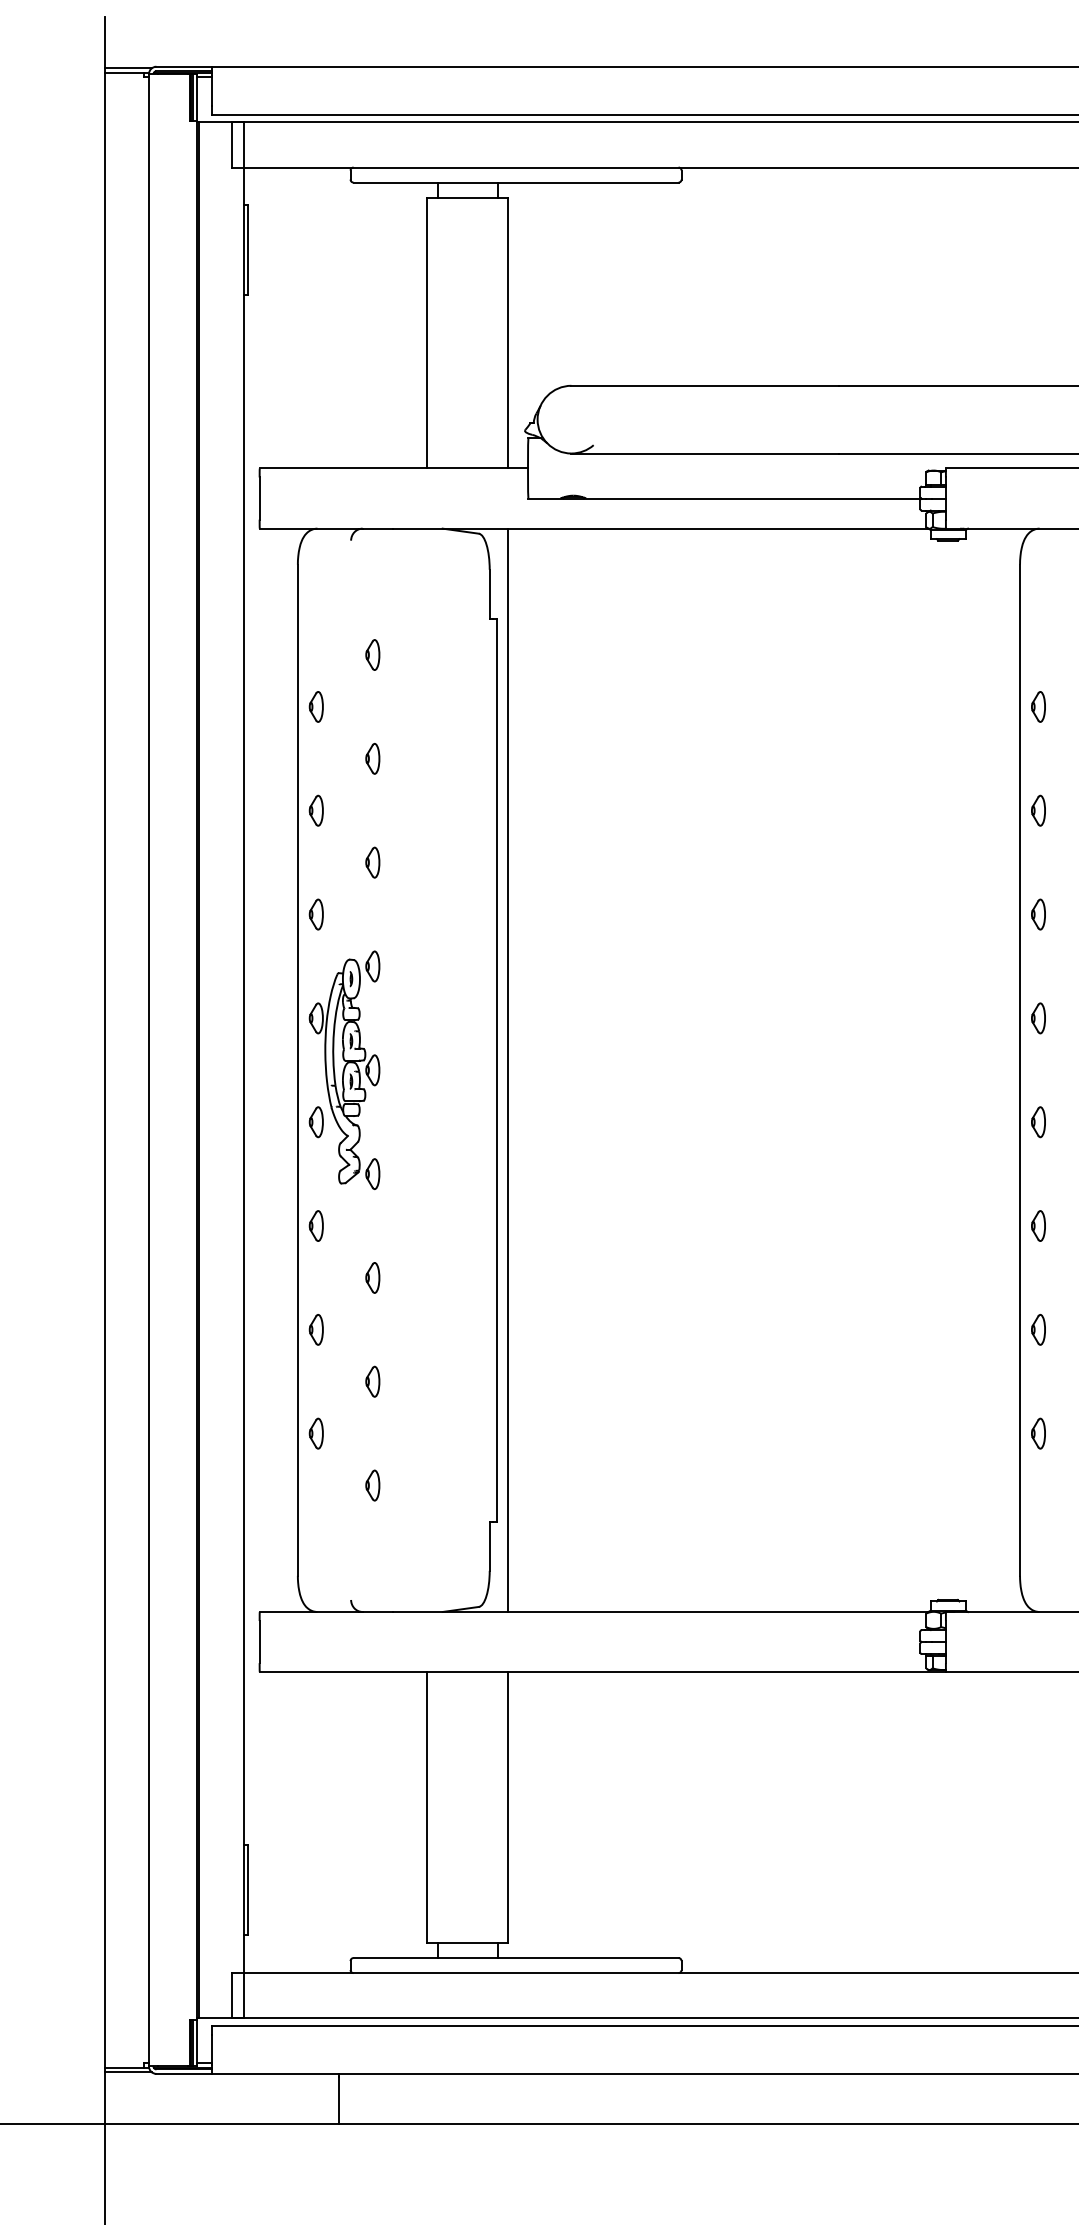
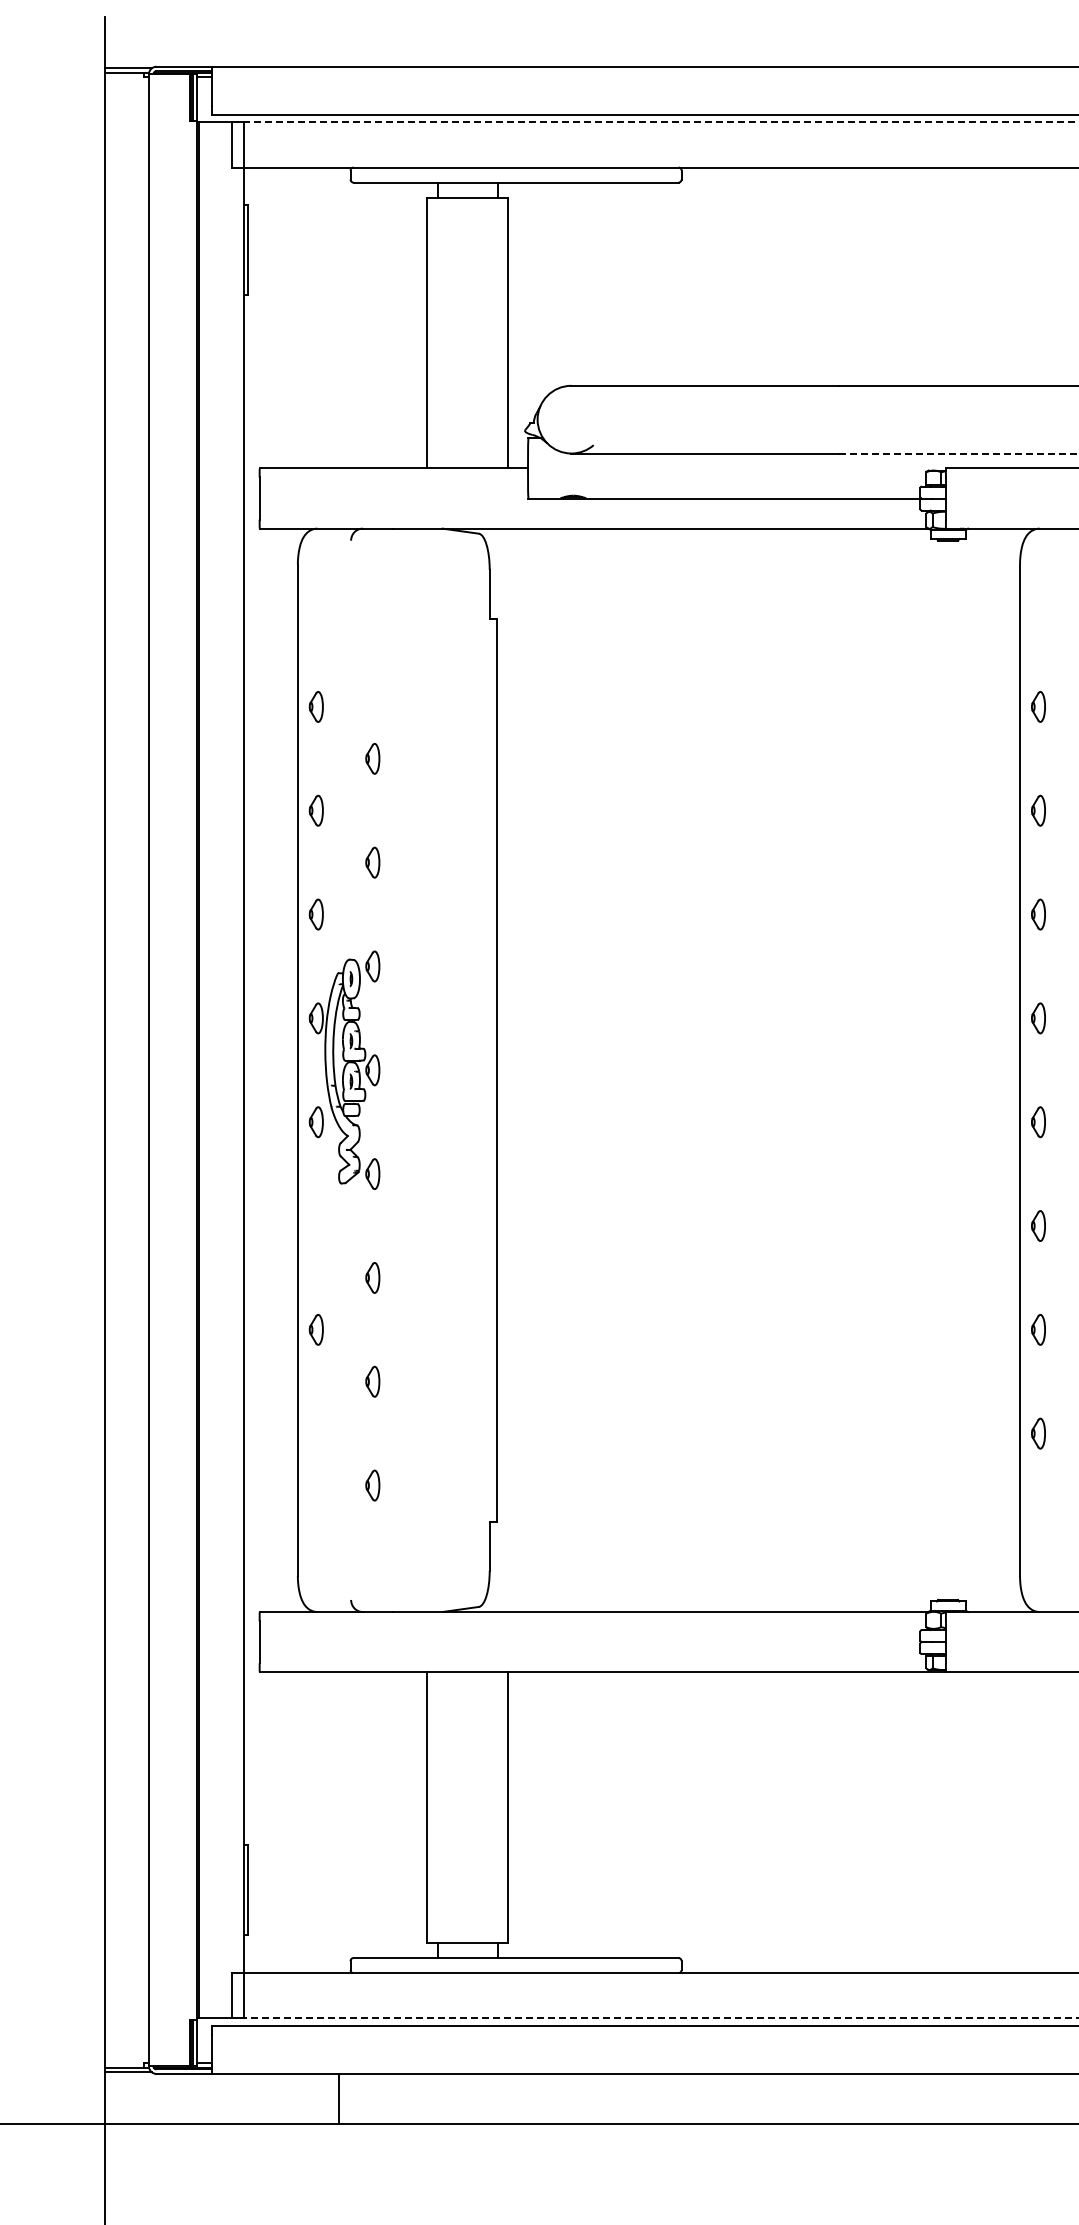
line at (655, 122): solid -> dashed
line at (958, 453): solid -> dashed
part at (372, 654): present -> none
line at (508, 1069): present -> none
part at (315, 1225): present -> none
part at (315, 1433): present -> none
line at (654, 2018): solid -> dashed
